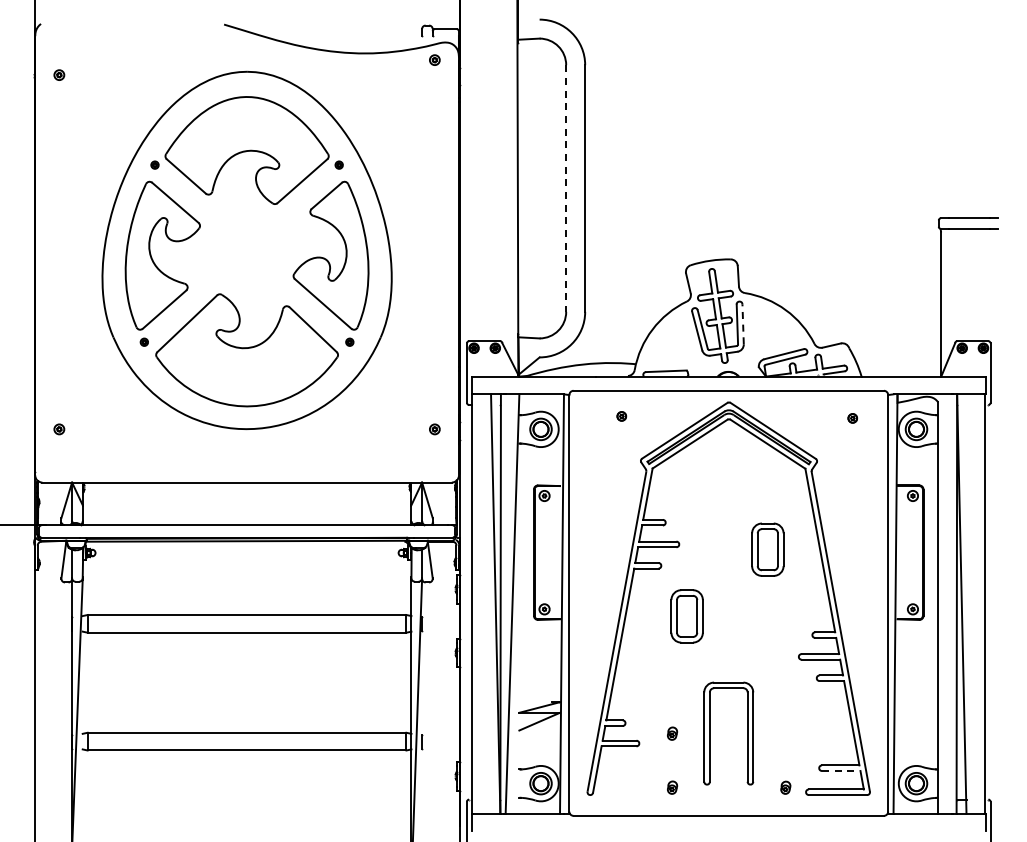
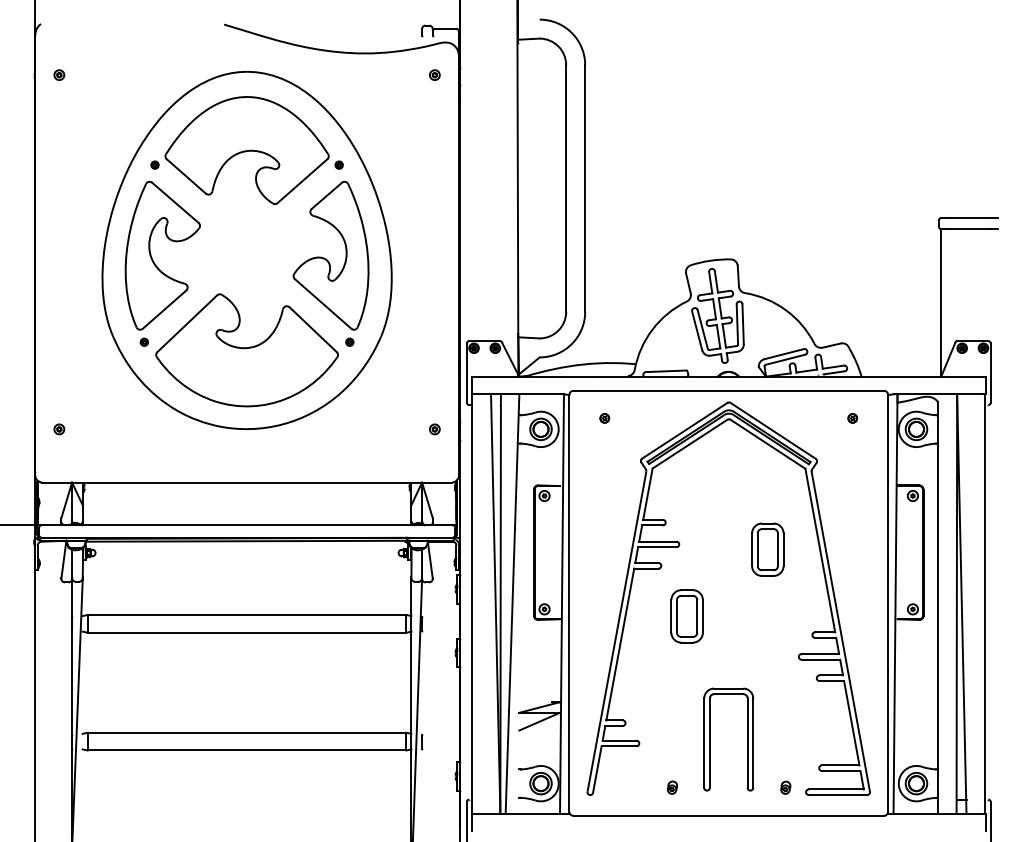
part at (434, 59) position: (434, 59) -> (434, 74)
line at (566, 189): dashed -> solid
line at (743, 323): dashed -> solid
part at (621, 416) position: (621, 416) -> (604, 418)
part at (672, 733): present -> none
part at (710, 733) position: (710, 733) -> (710, 739)
line at (841, 771): dashed -> solid
